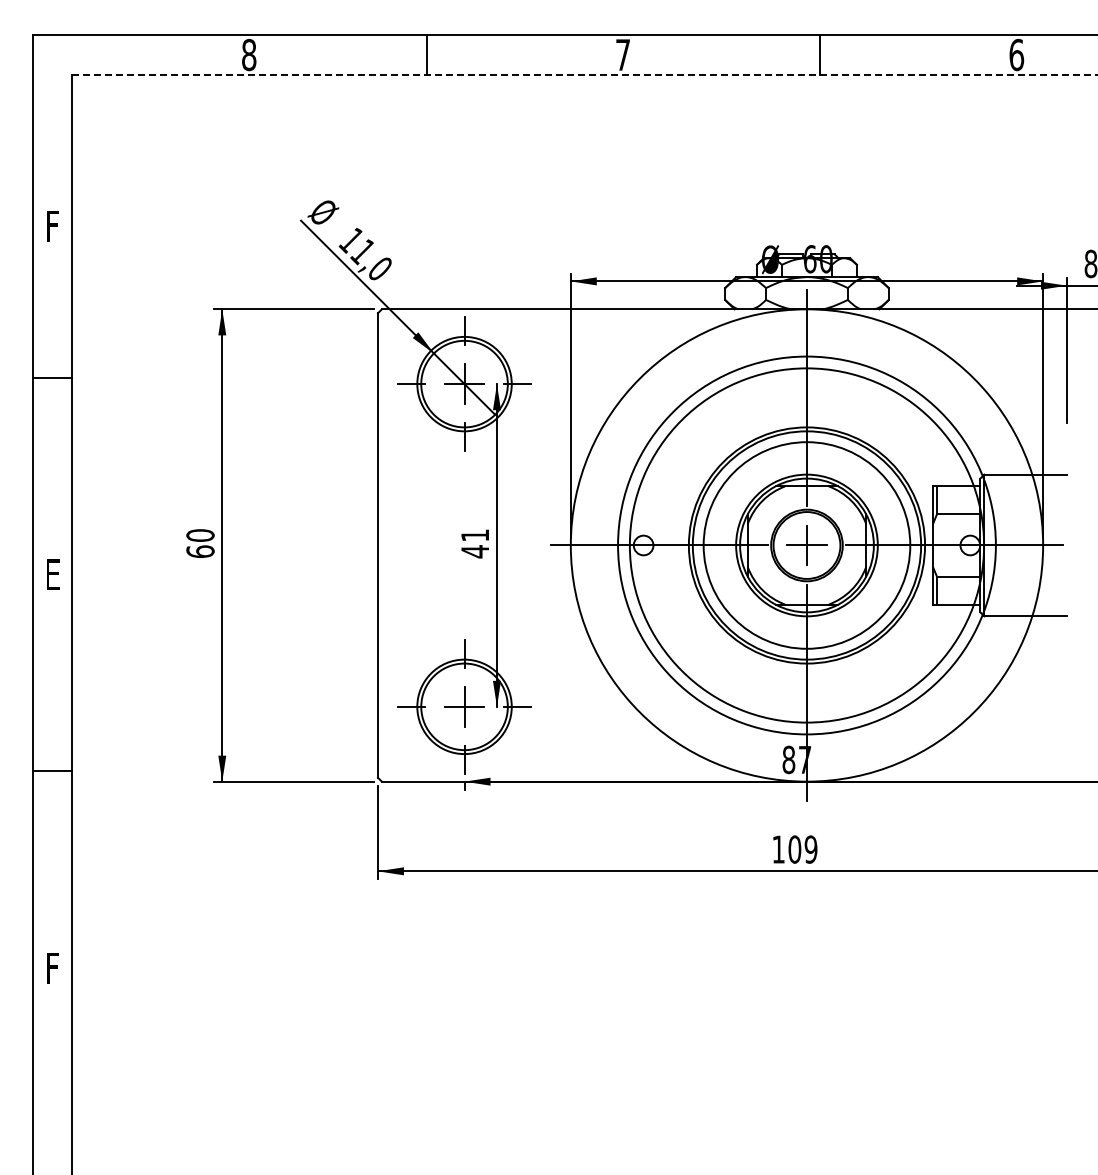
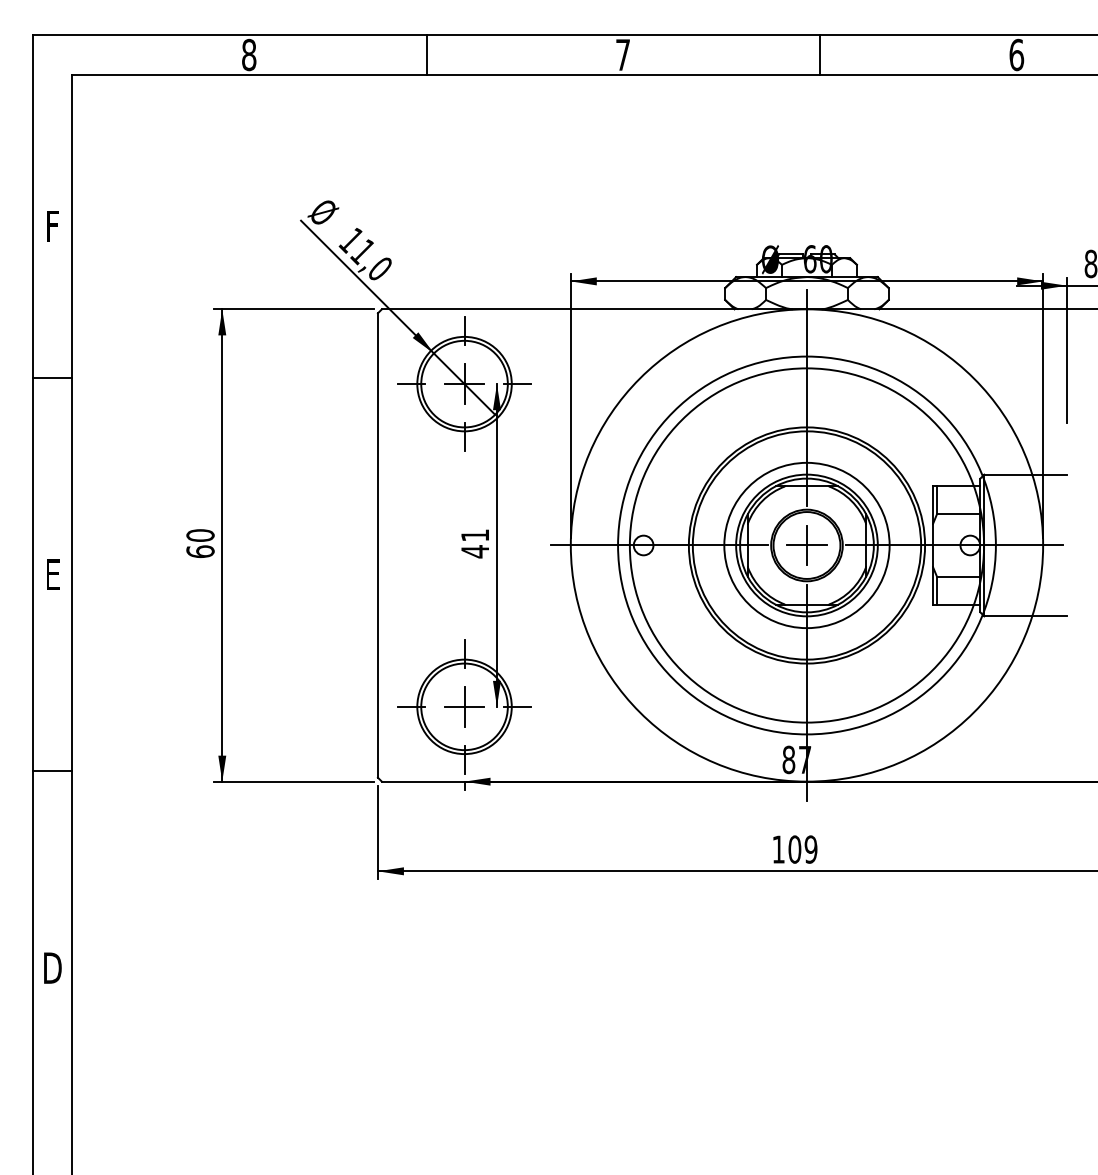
line at (585, 74): dashed -> solid
circle at (806, 545) diameter: 207 px -> 165 px
text at (52, 967): F -> D
